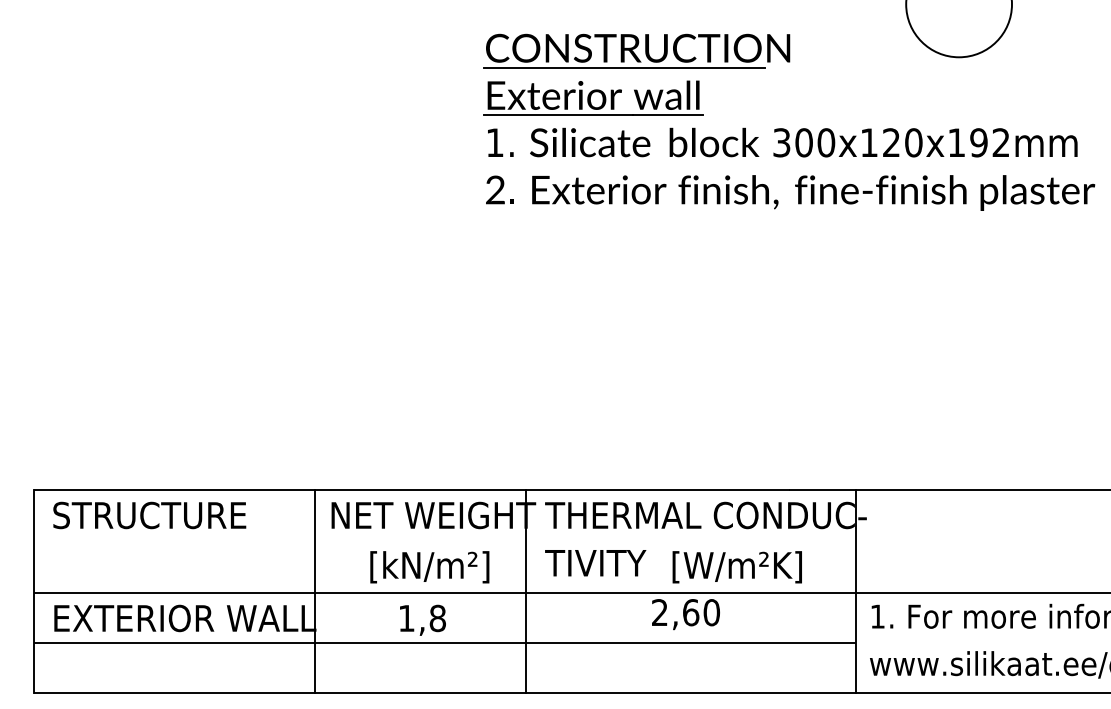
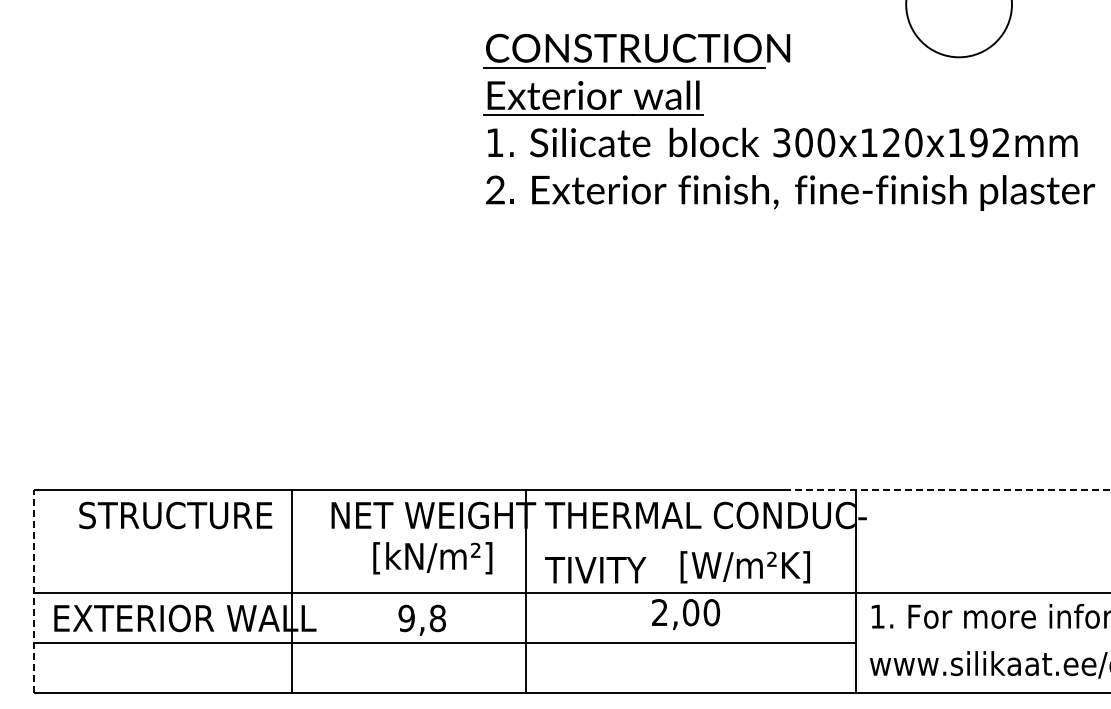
line at (949, 490): solid -> dashed
text at (149, 515) position: (149, 515) -> (175, 515)
text at (595, 563) position: (595, 563) -> (595, 570)
text at (429, 567) position: (429, 567) -> (432, 558)
text at (736, 567) position: (736, 567) -> (744, 567)
line at (33, 591): solid -> dashed
line at (314, 591) position: (314, 591) -> (291, 591)
text at (691, 612): 2,60 -> 2,00
text at (406, 618): 1,8 -> 9,8
